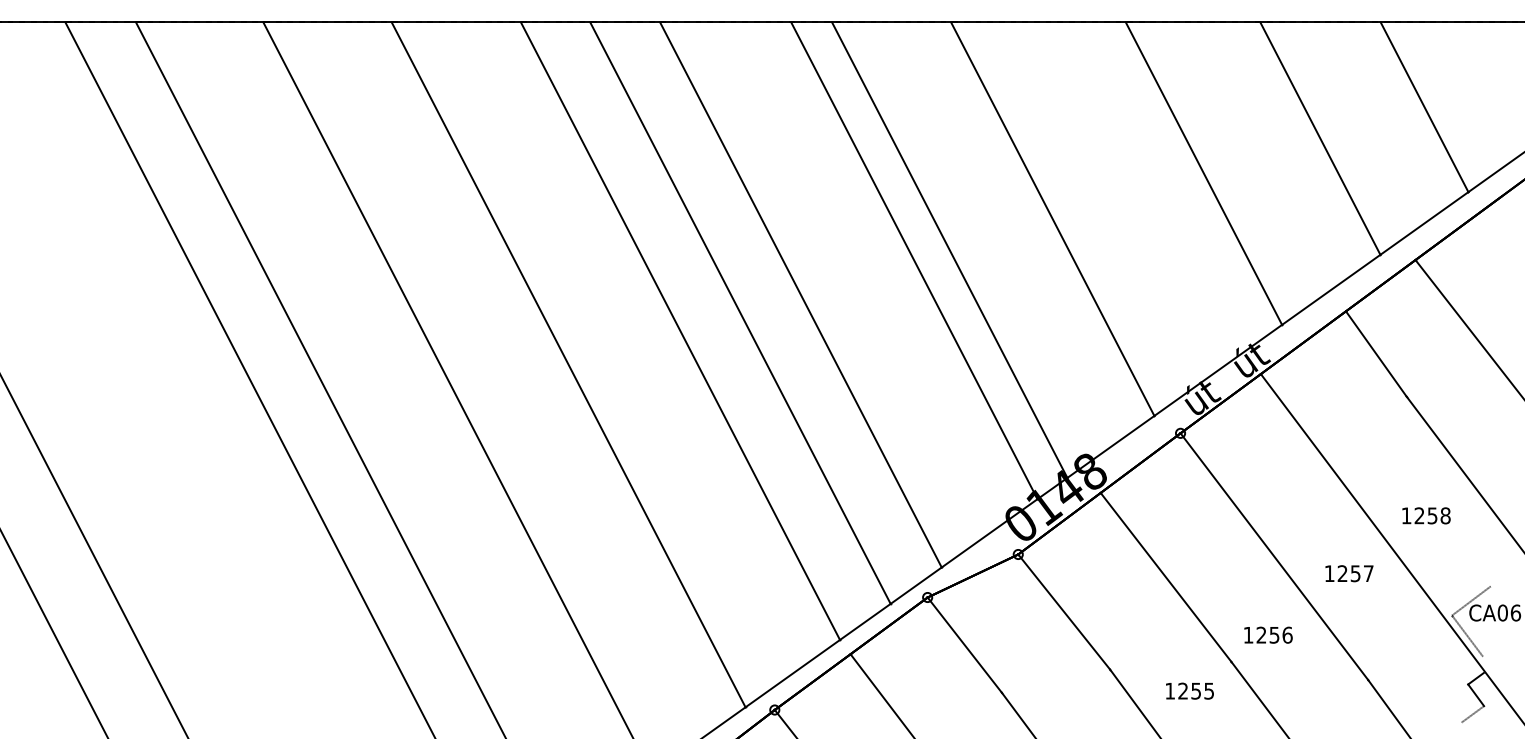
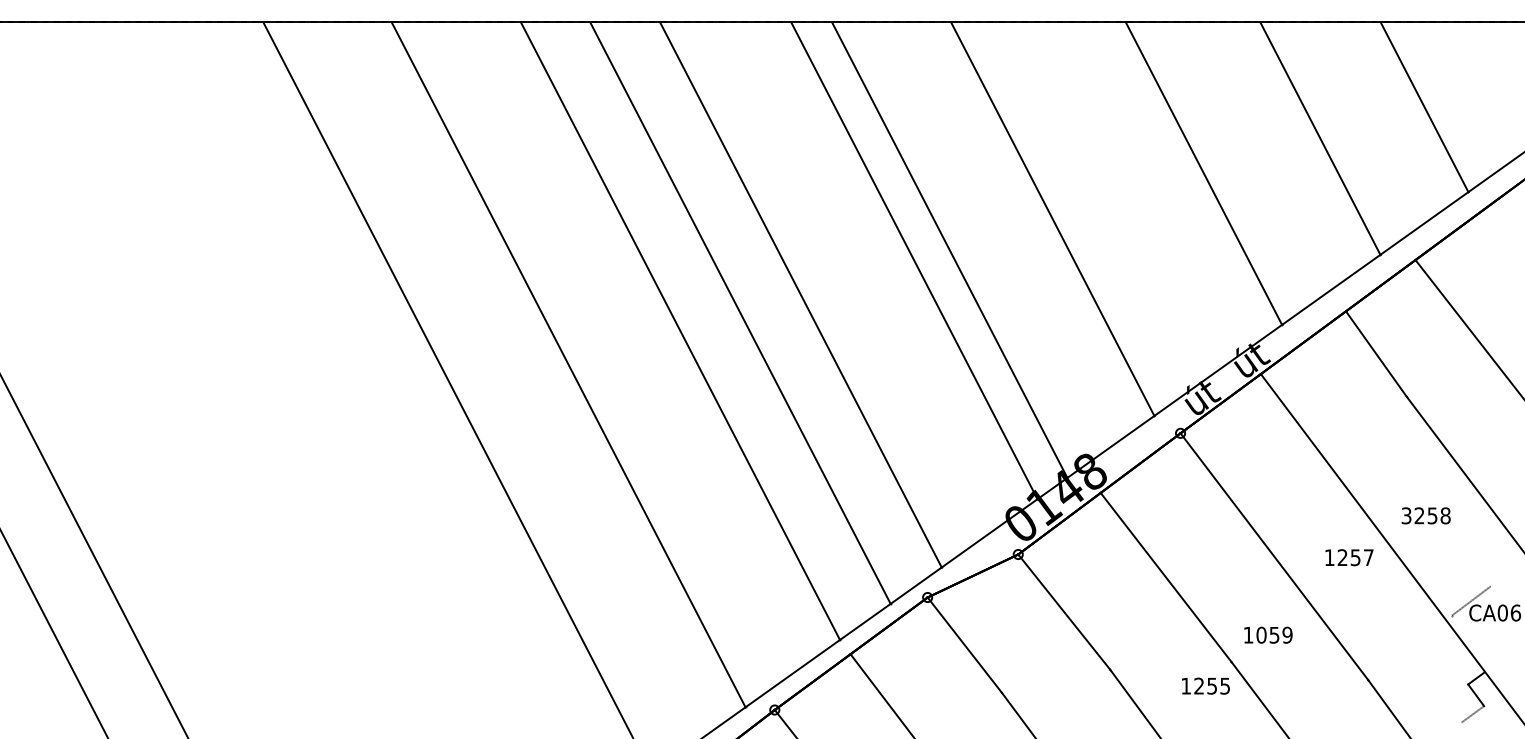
line at (249, 378): present -> none
line at (319, 378): present -> none
text at (1406, 515): 1258 -> 3258
text at (1349, 573) position: (1349, 573) -> (1349, 557)
text at (1274, 634): 1256 -> 1059
line at (1467, 635): present -> none
text at (1189, 690) position: (1189, 690) -> (1205, 685)
